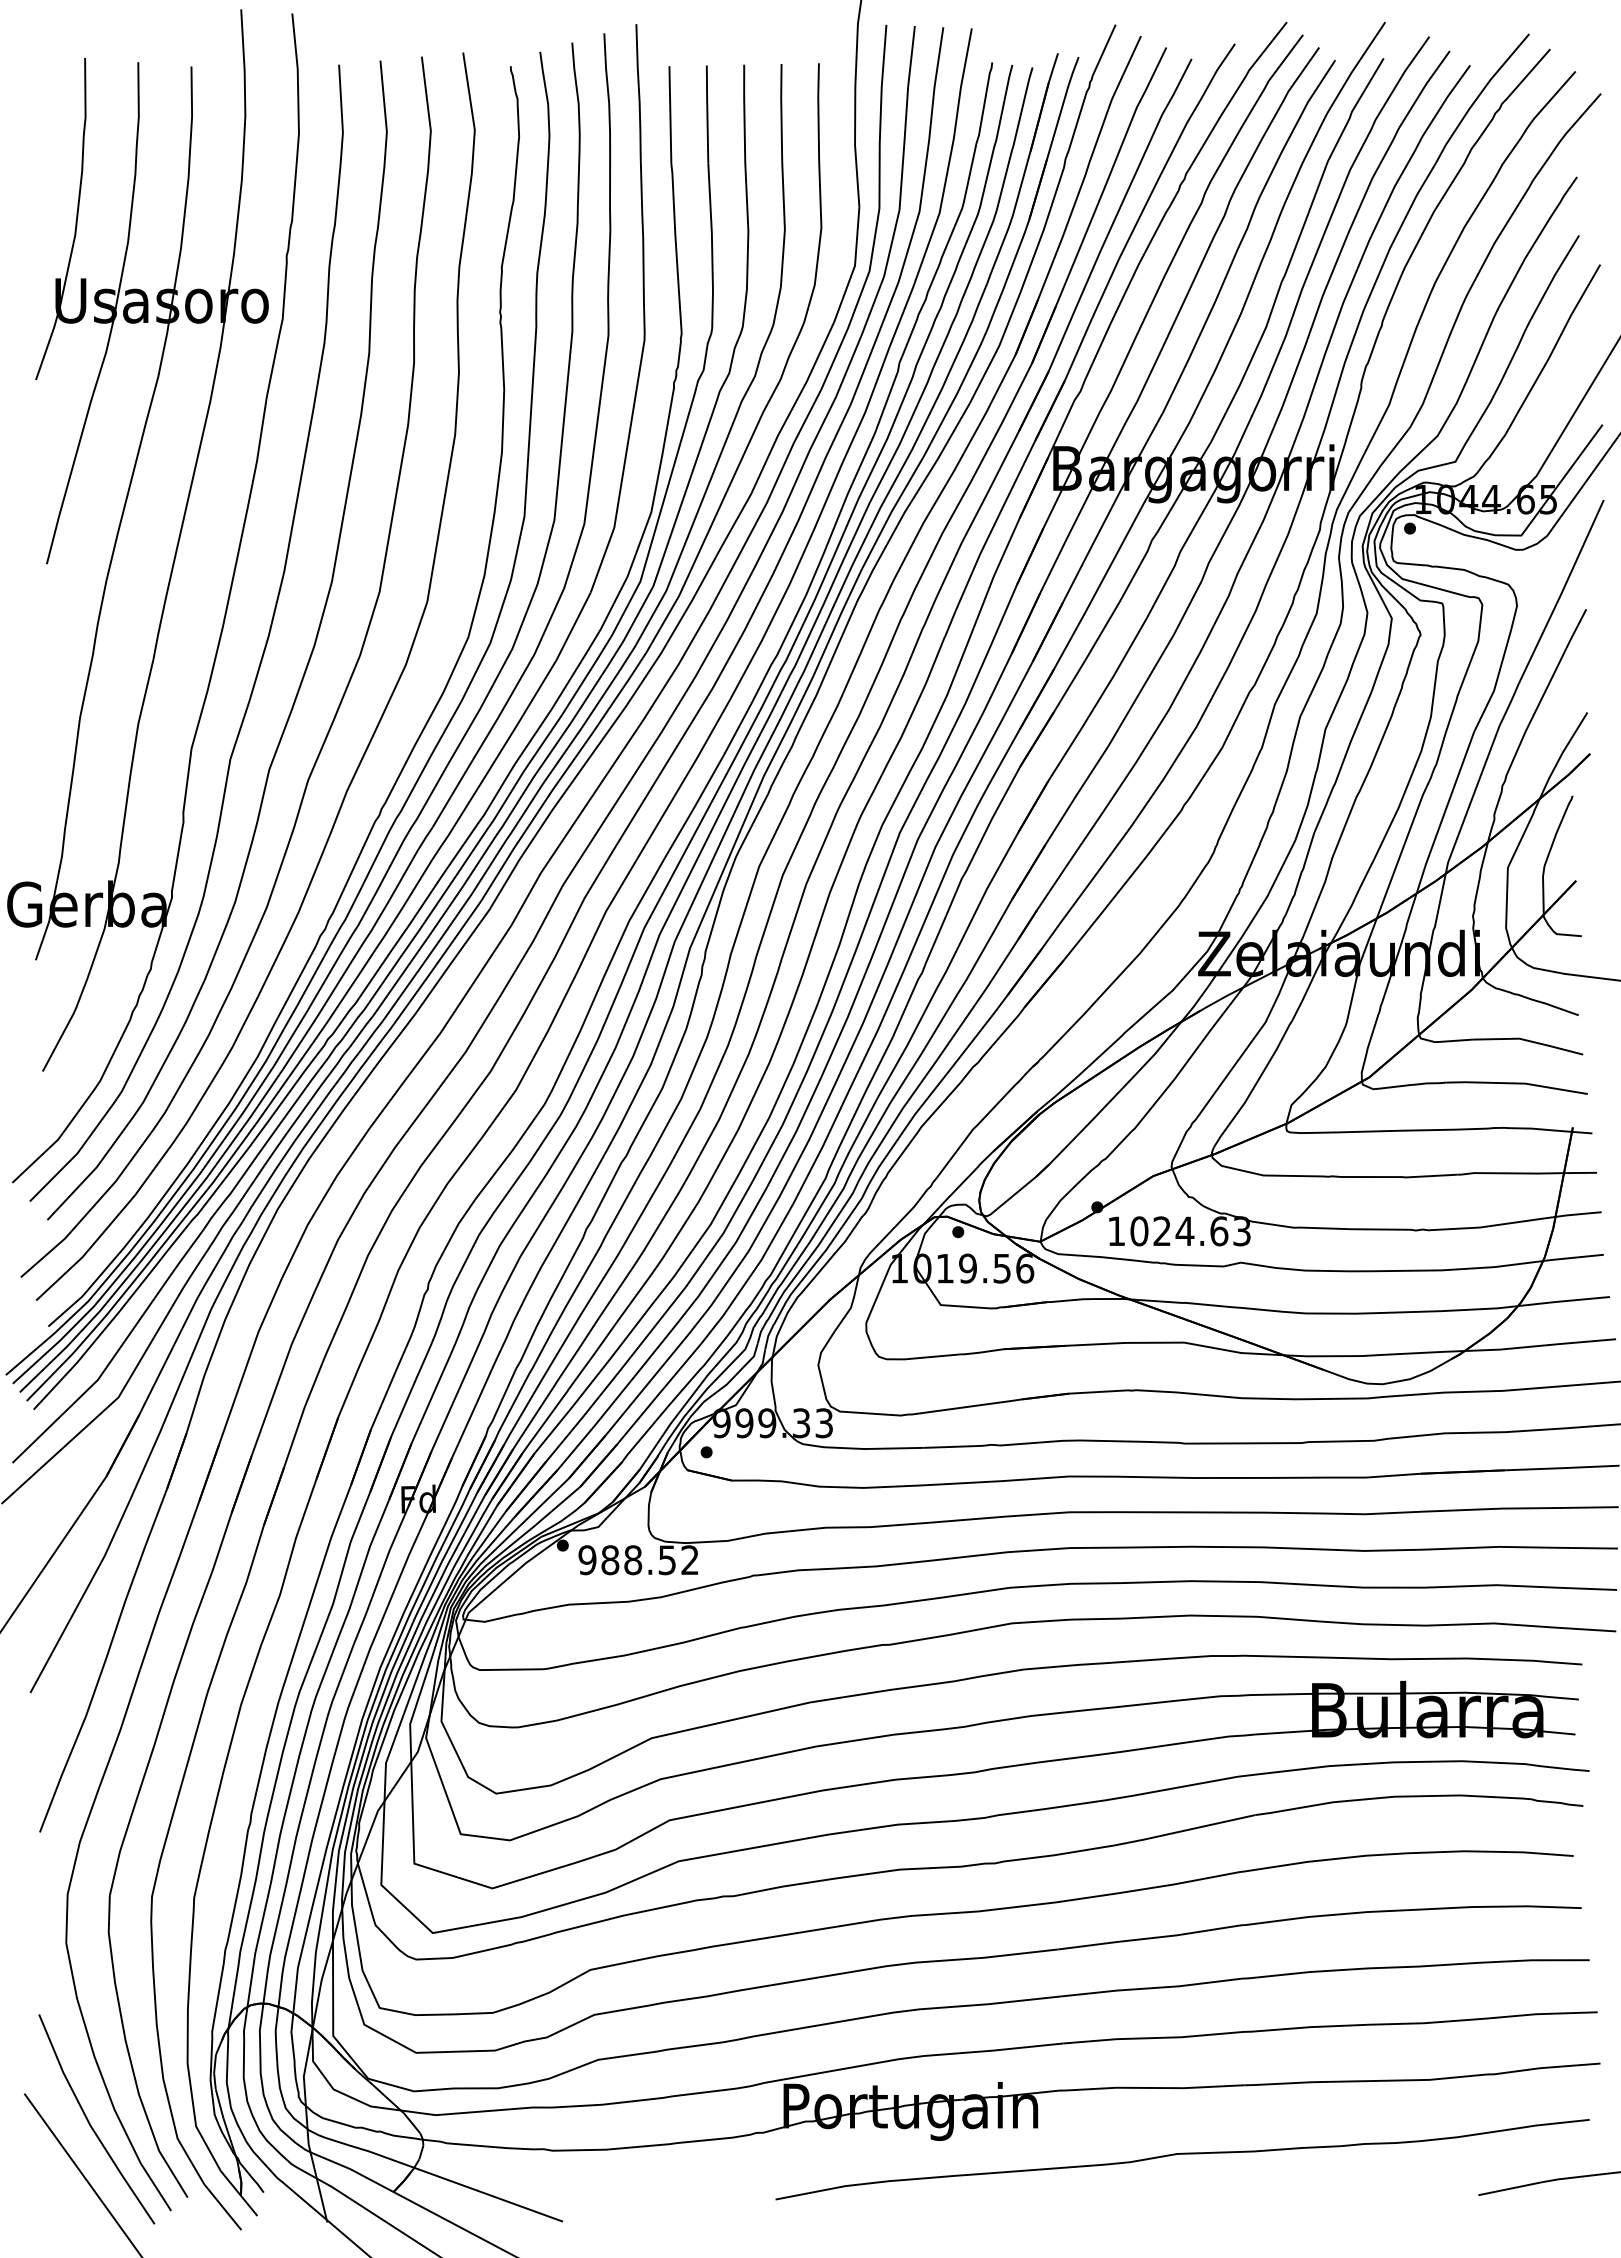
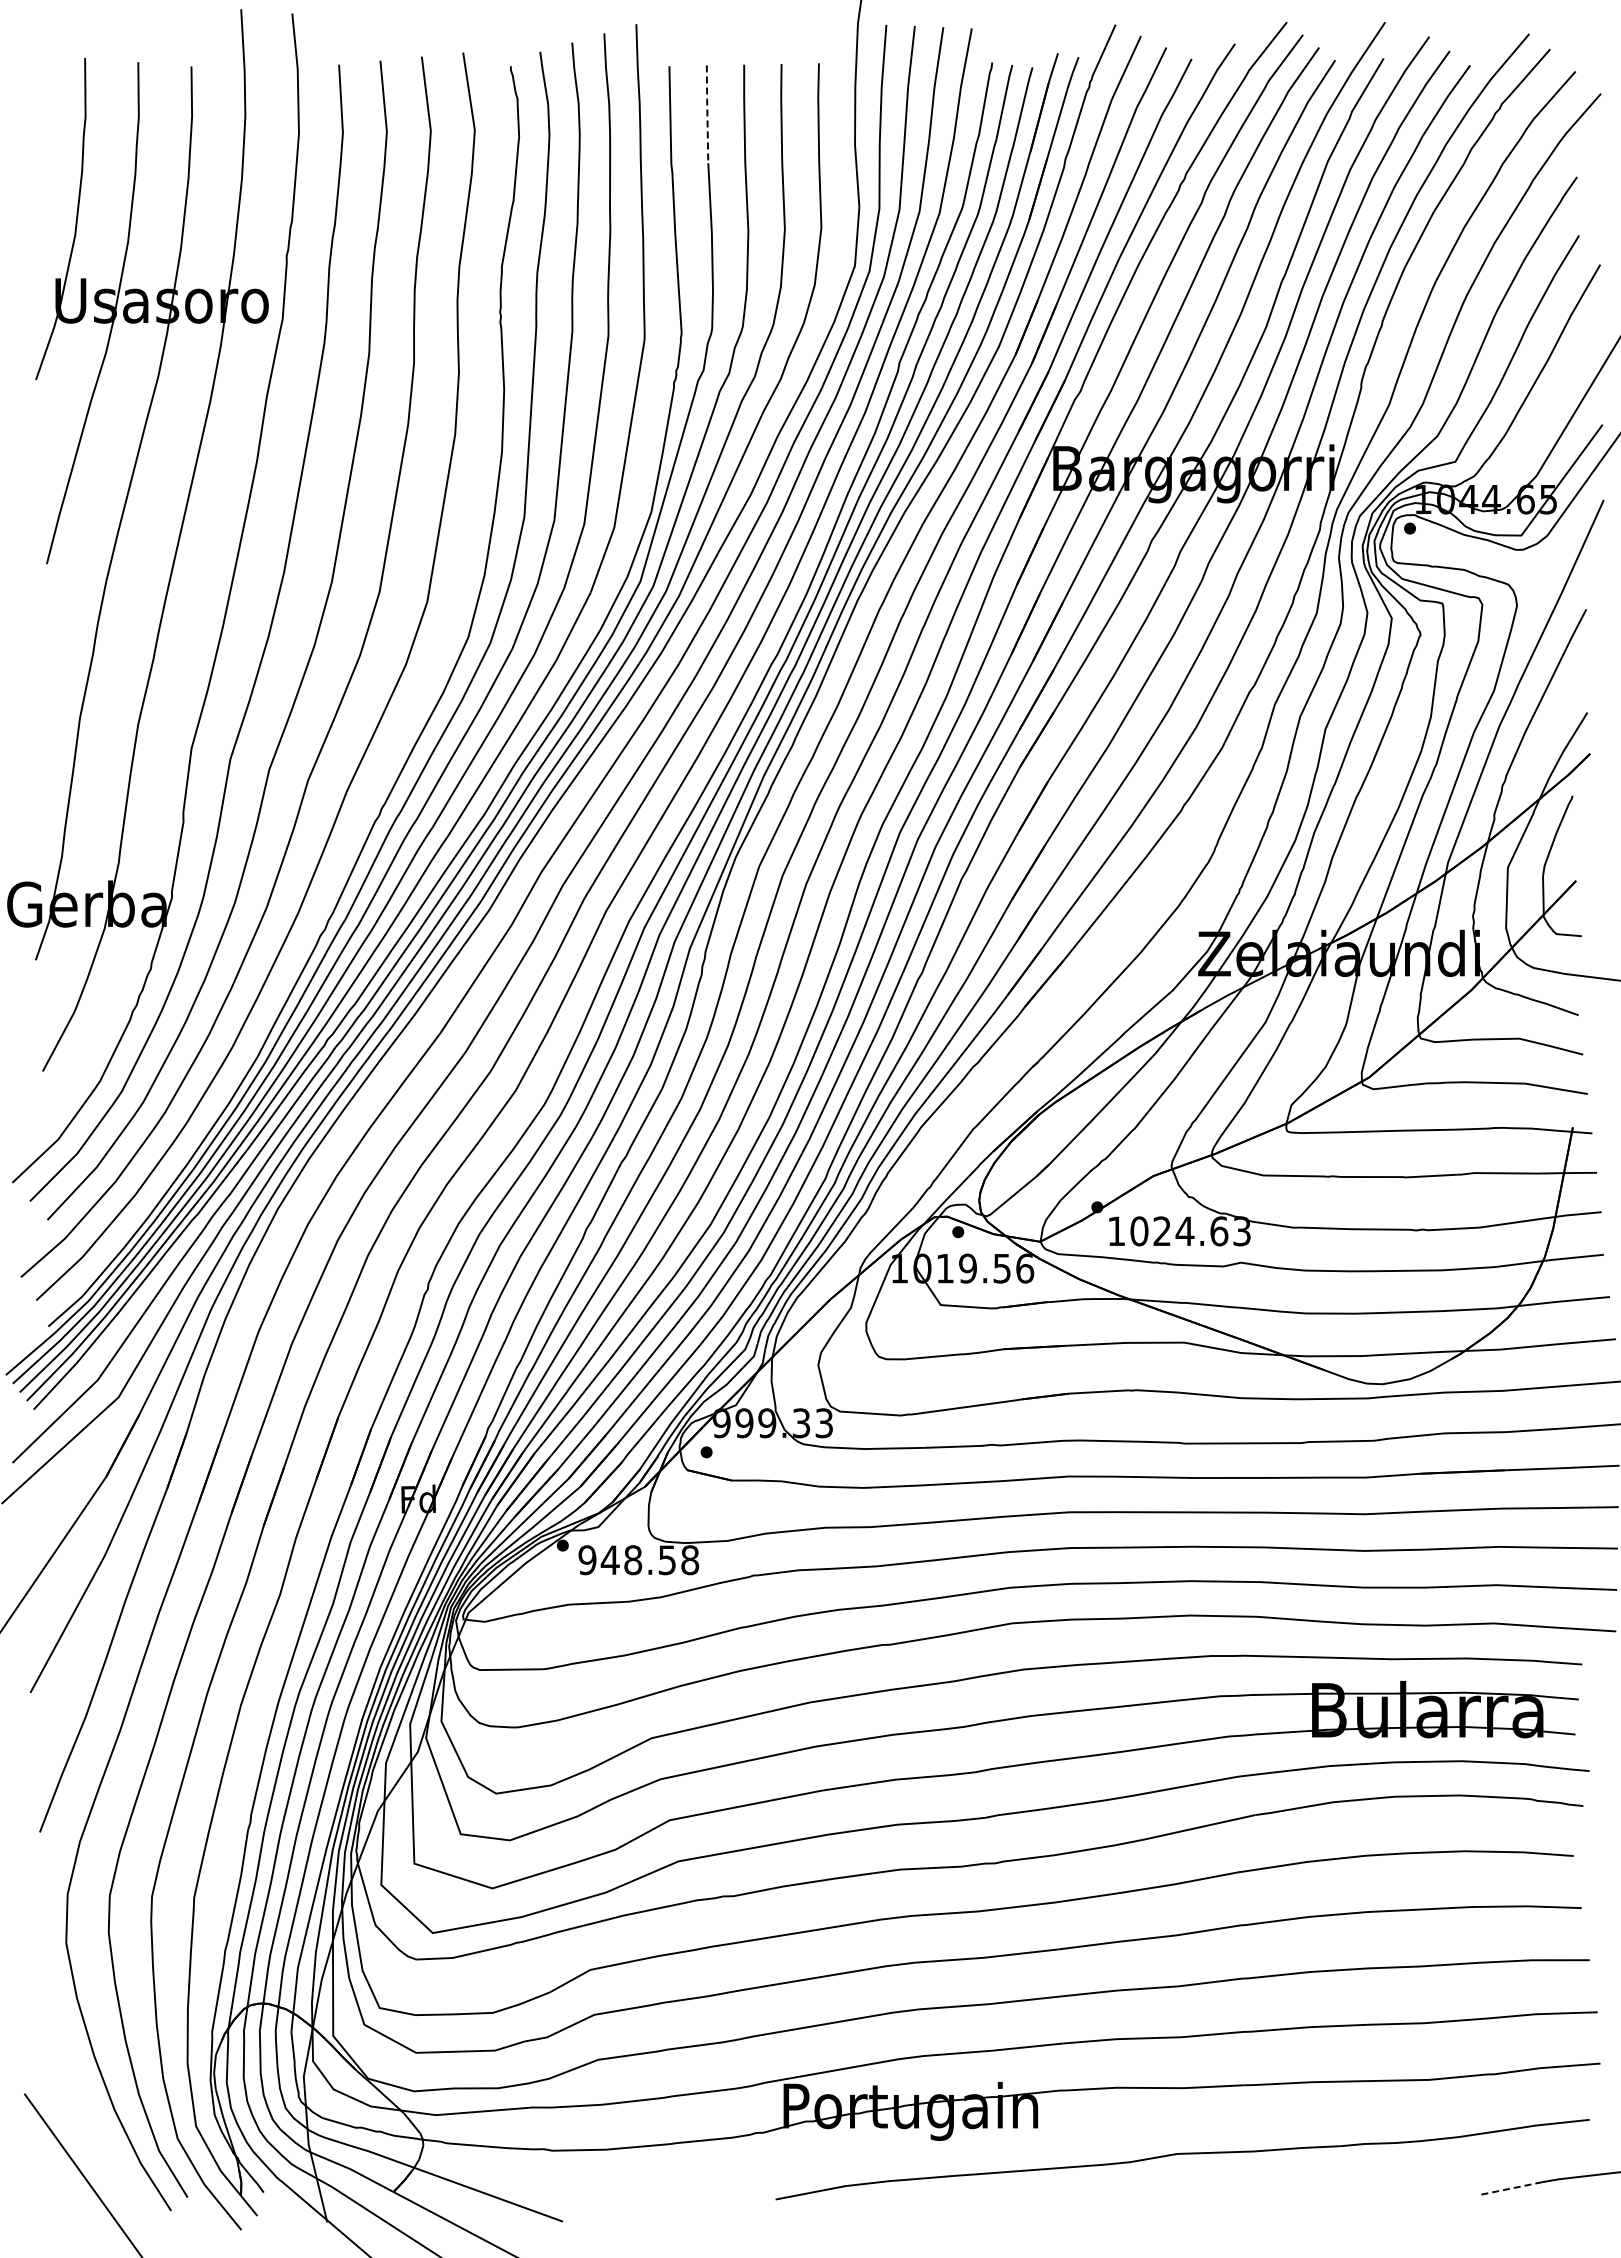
line at (707, 113): solid -> dashed
text at (649, 1560): 988.52 -> 948.58
line at (90, 2123): present -> none
line at (1510, 2188): solid -> dashed
